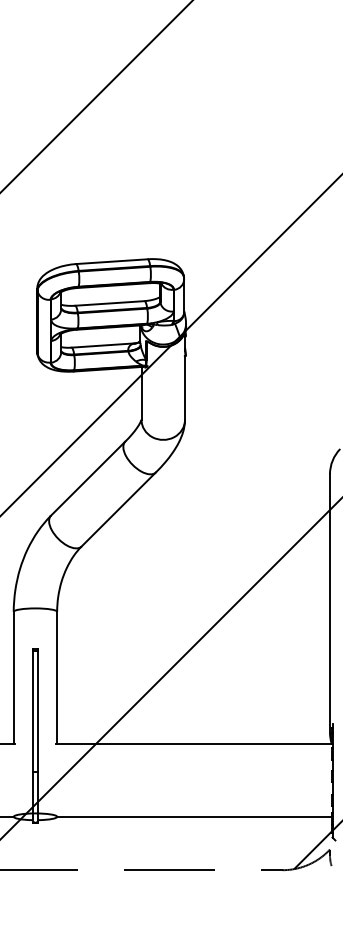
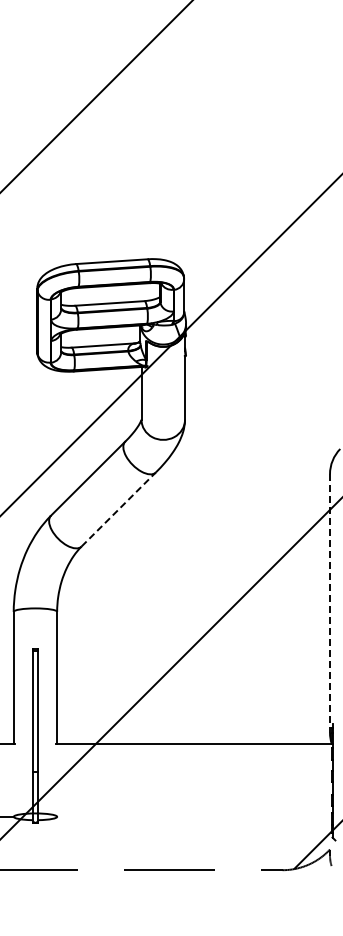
line at (119, 509): solid -> dashed
line at (330, 604): solid -> dashed
line at (194, 817): present -> none
